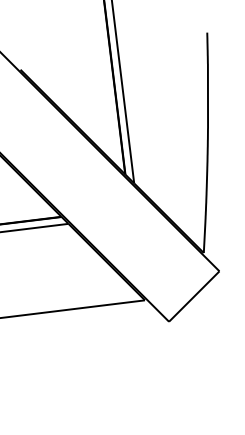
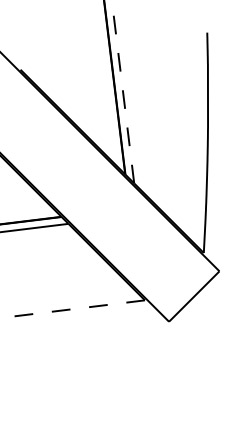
line at (123, 92): solid -> dashed
line at (72, 309): solid -> dashed
